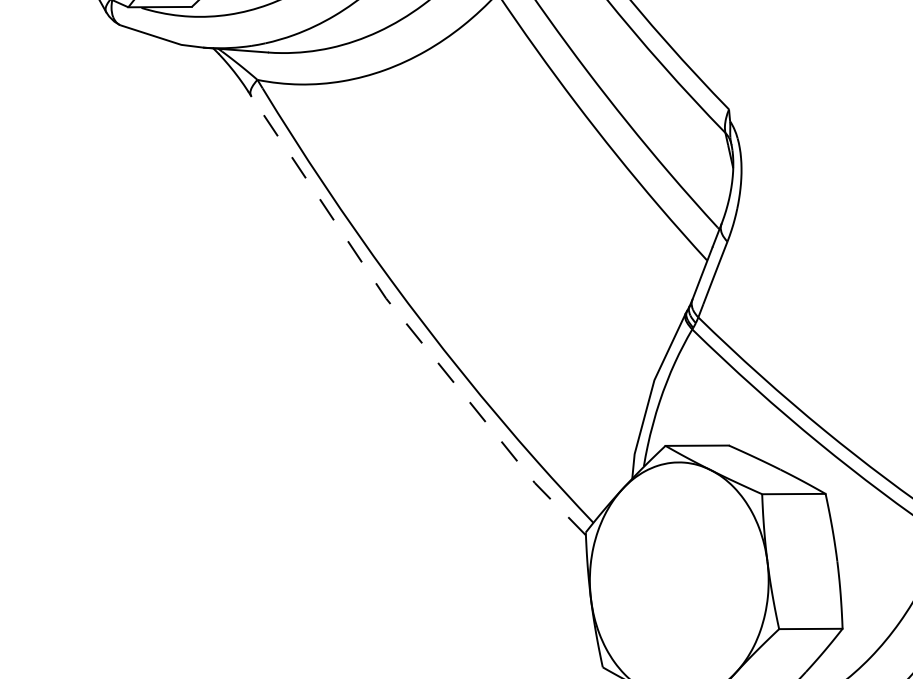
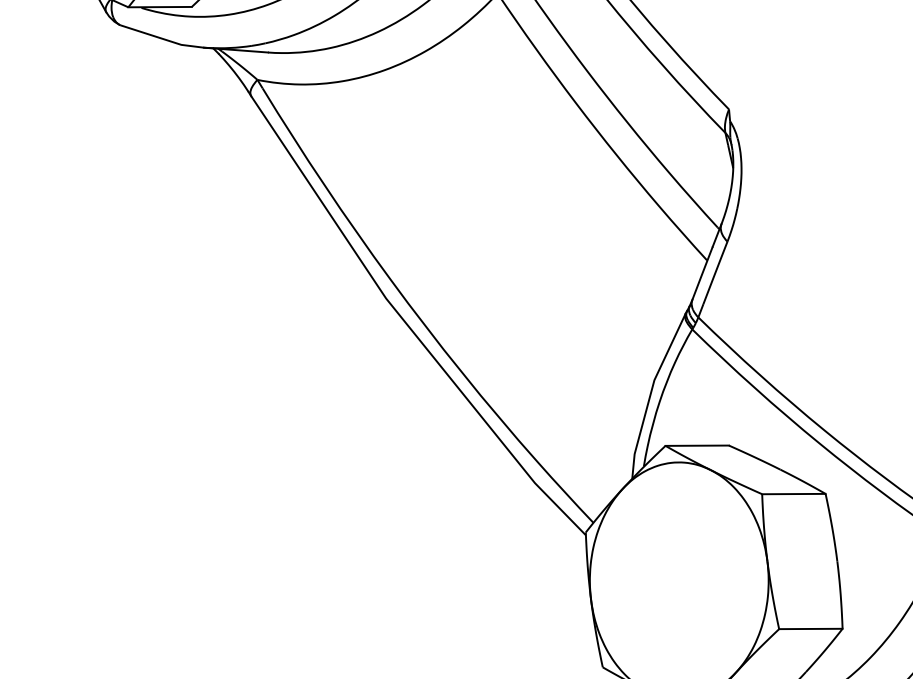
line at (406, 324): dashed -> solid
